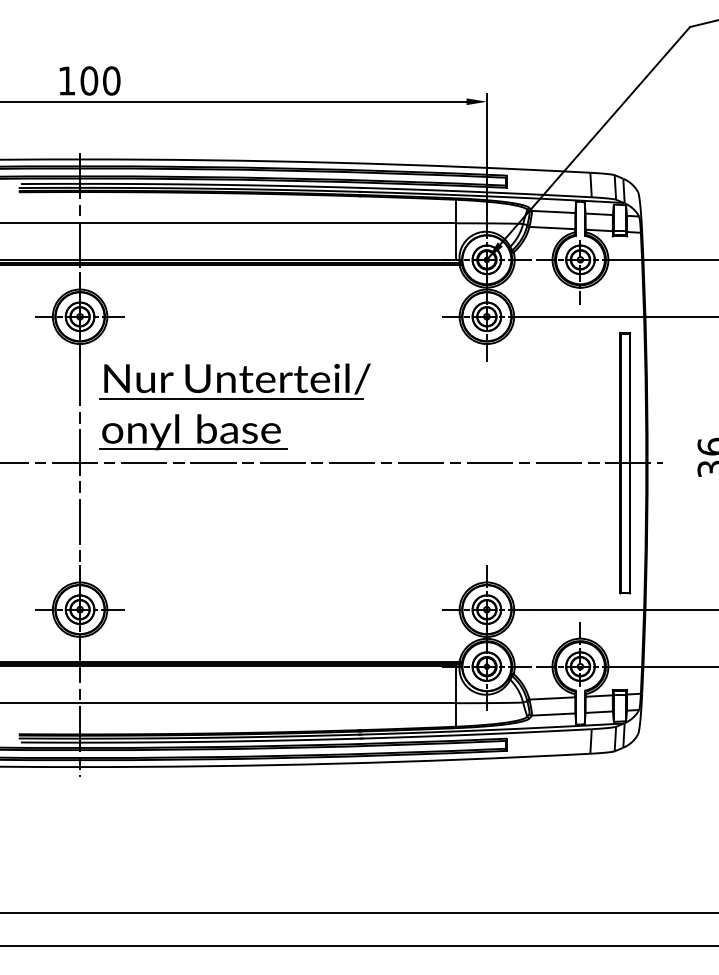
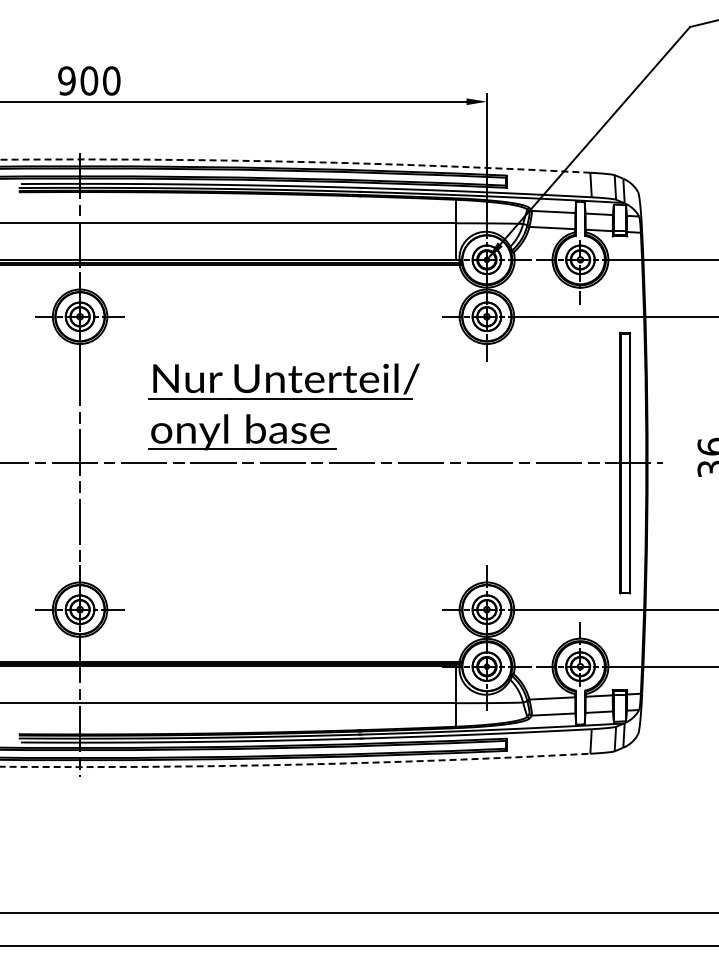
text at (66, 80): 100 -> 900
arc at (294, 161): solid -> dashed
part at (234, 399) position: (234, 399) -> (283, 399)
arc at (295, 764): solid -> dashed
